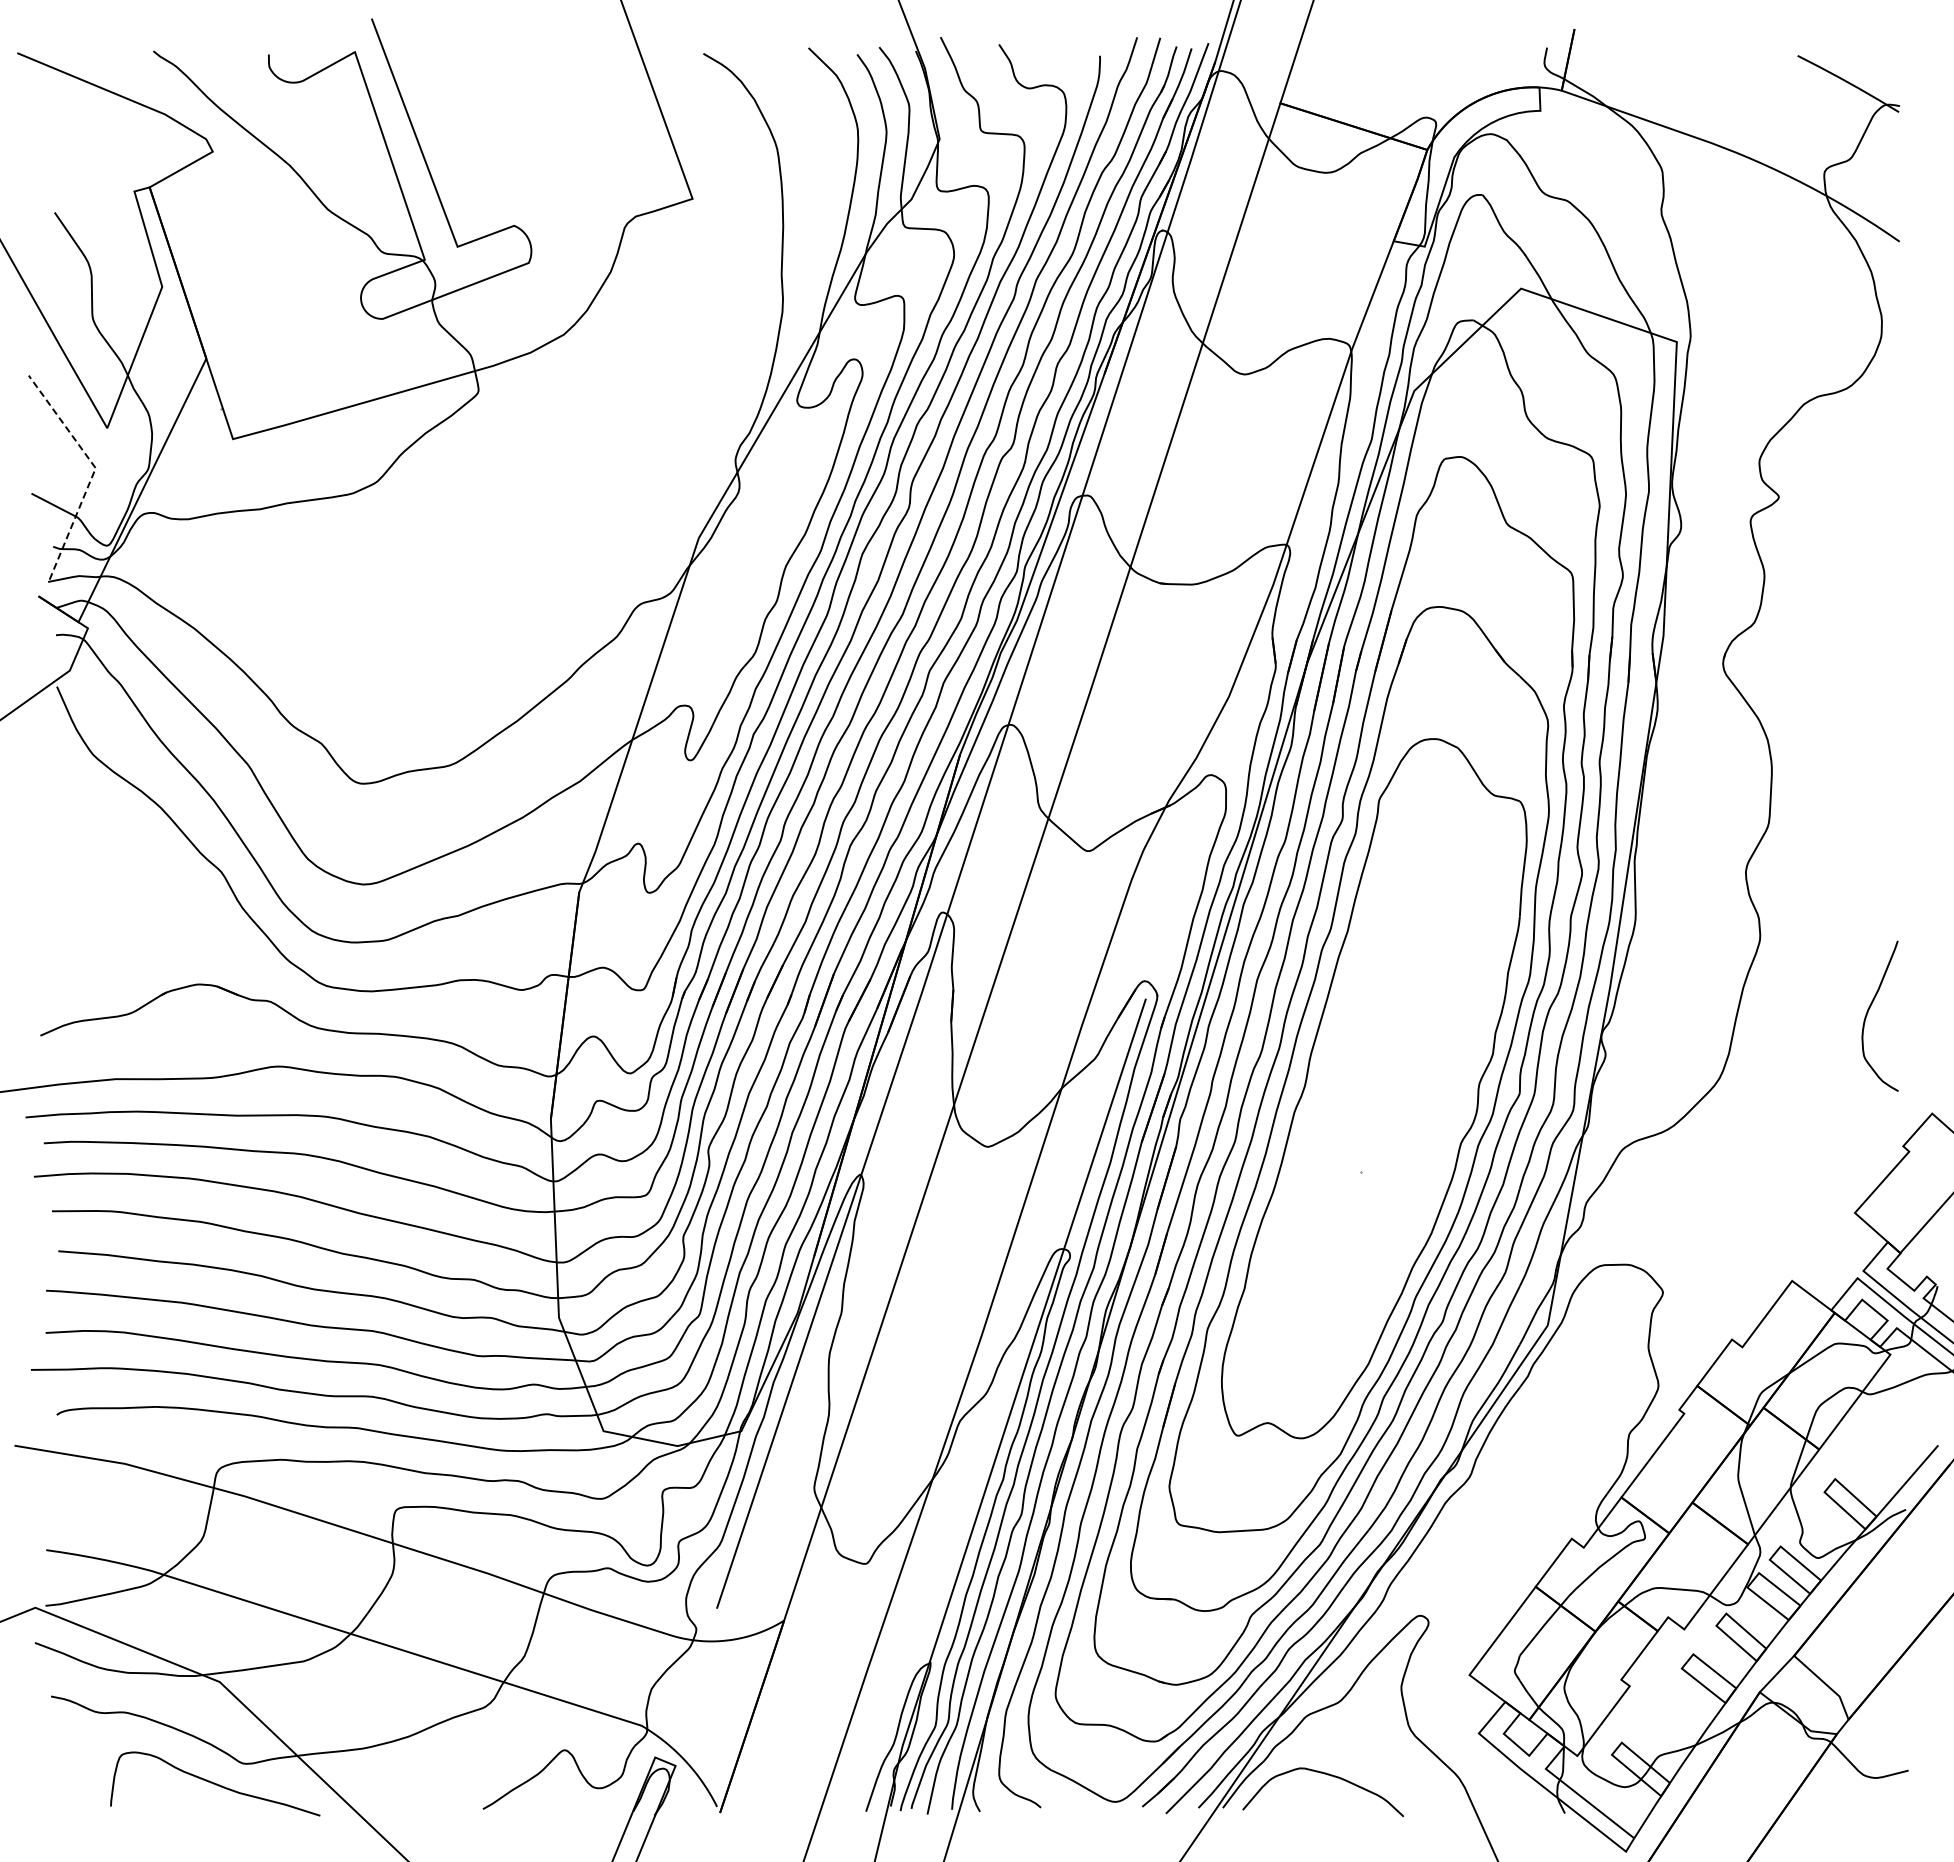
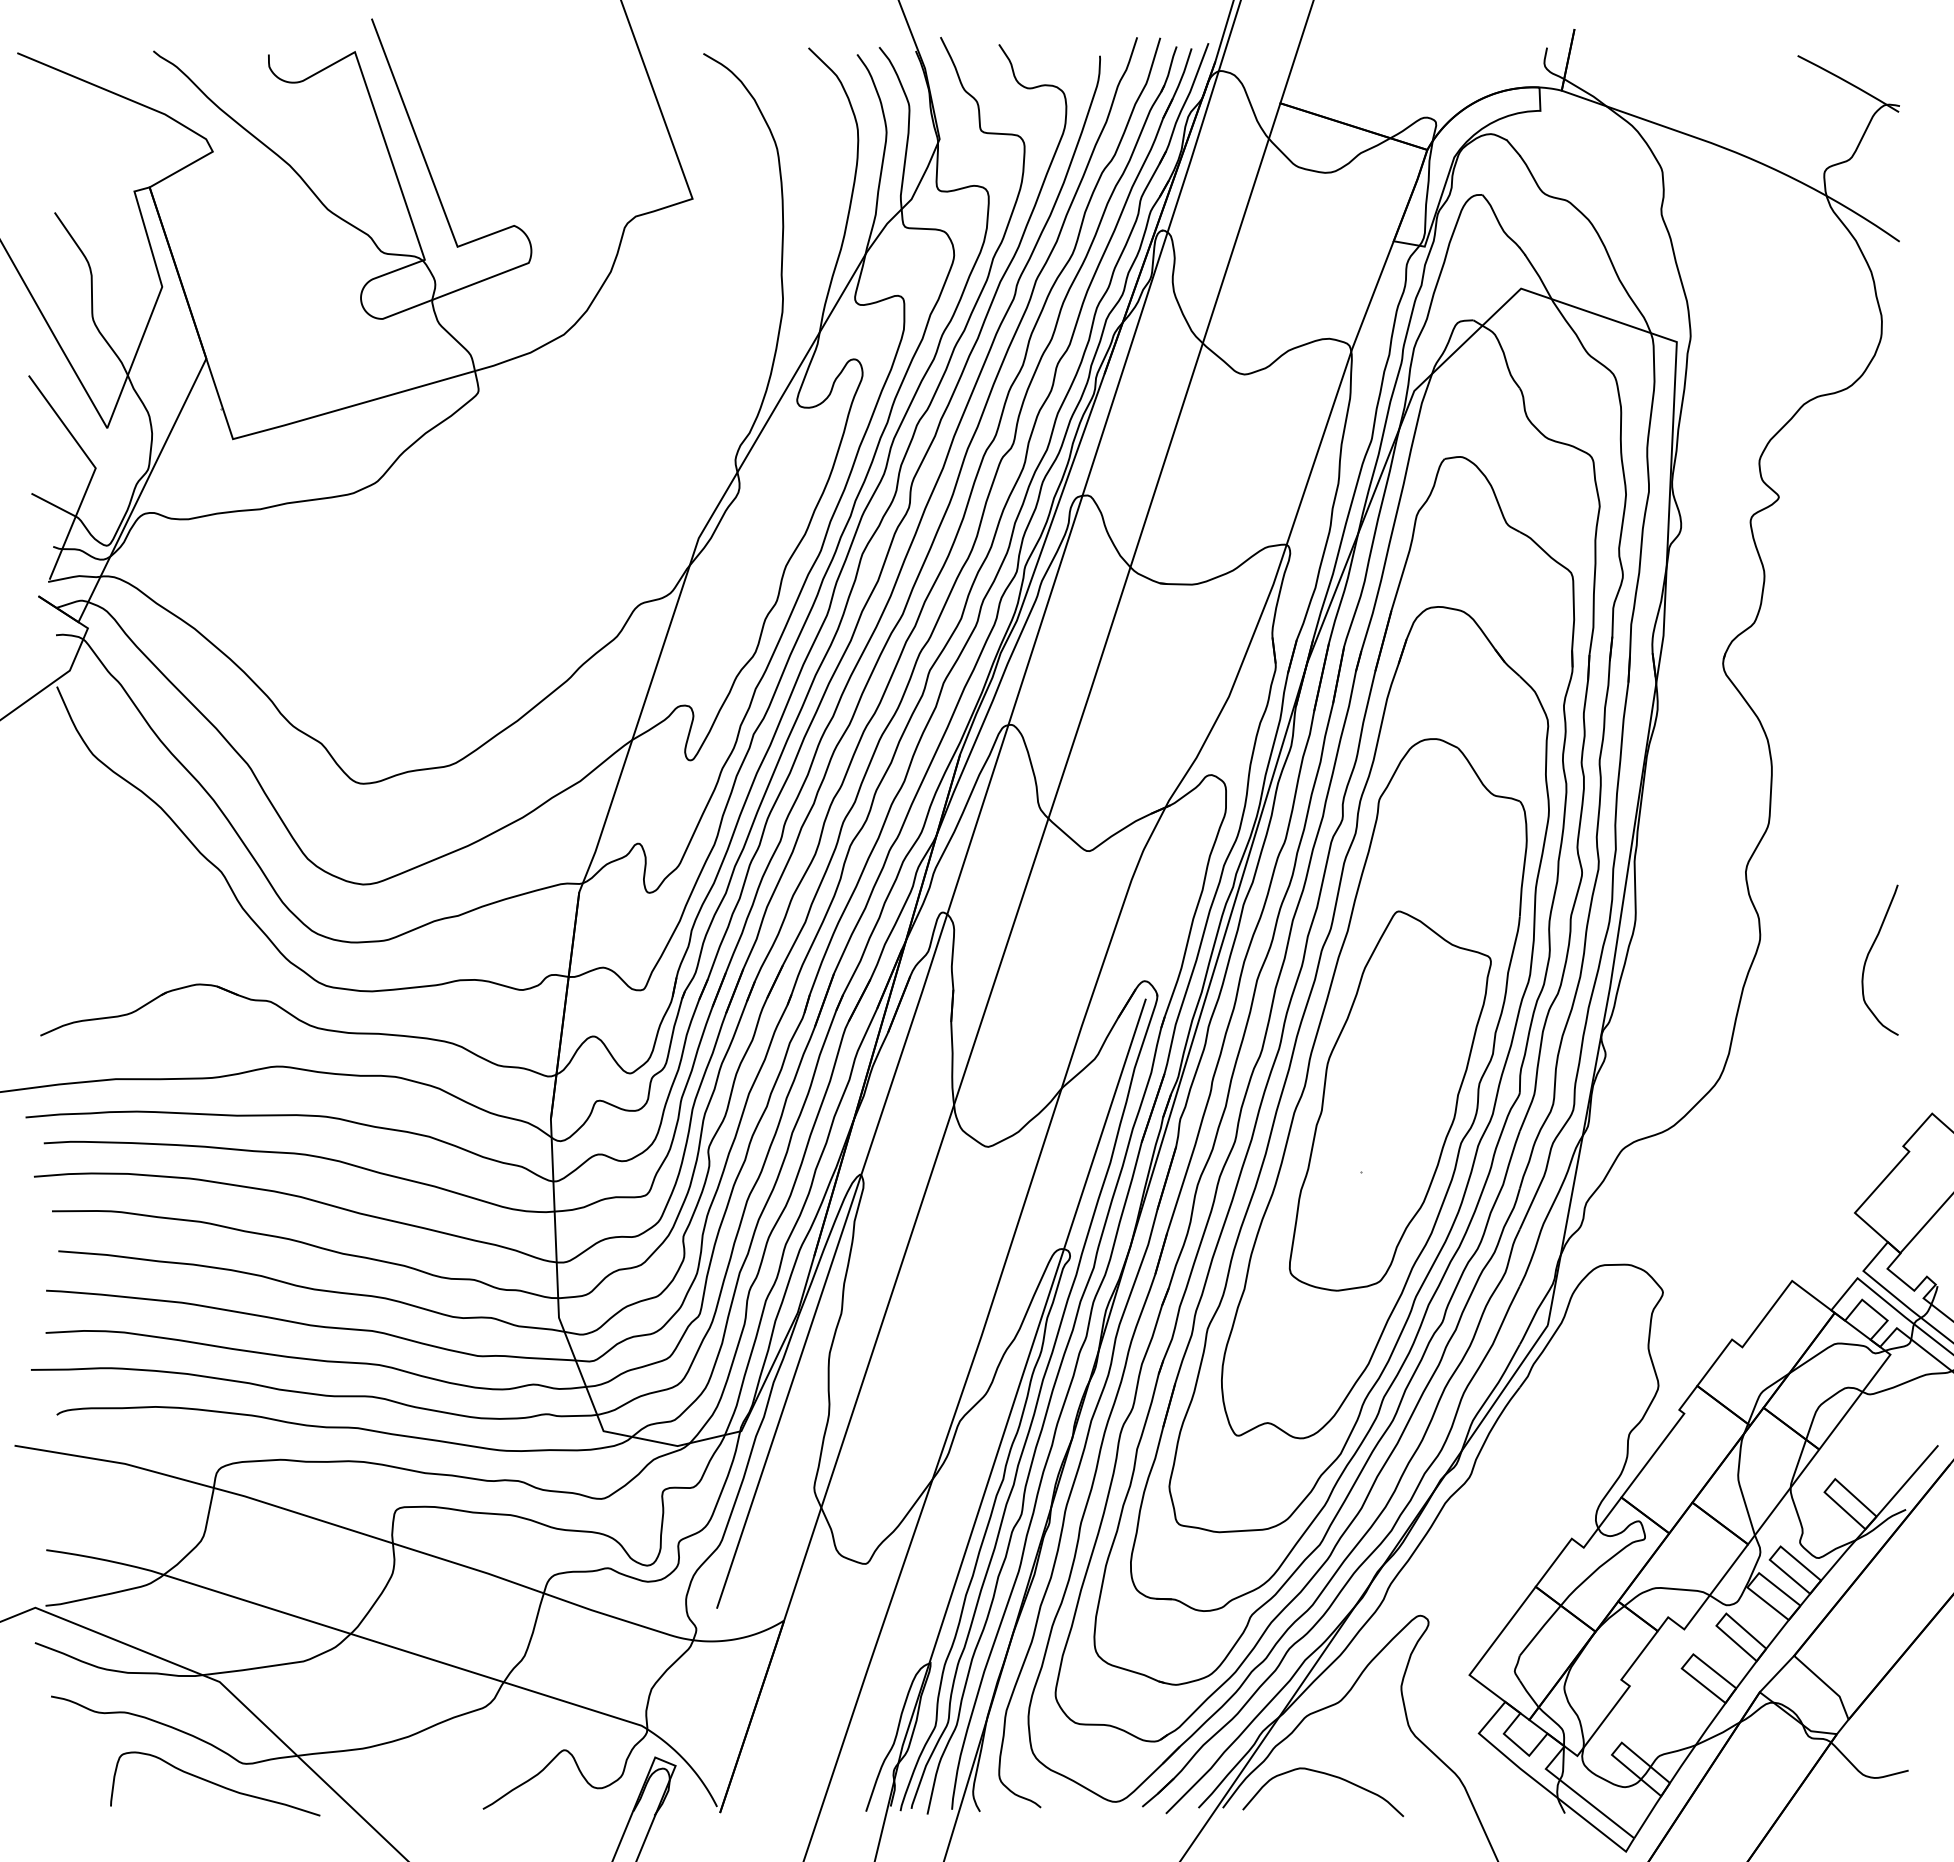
line at (95, 470): dashed -> solid
curve at (1869, 1010) position: (1869, 1010) -> (1869, 954)
part at (1389, 1100): none -> present
